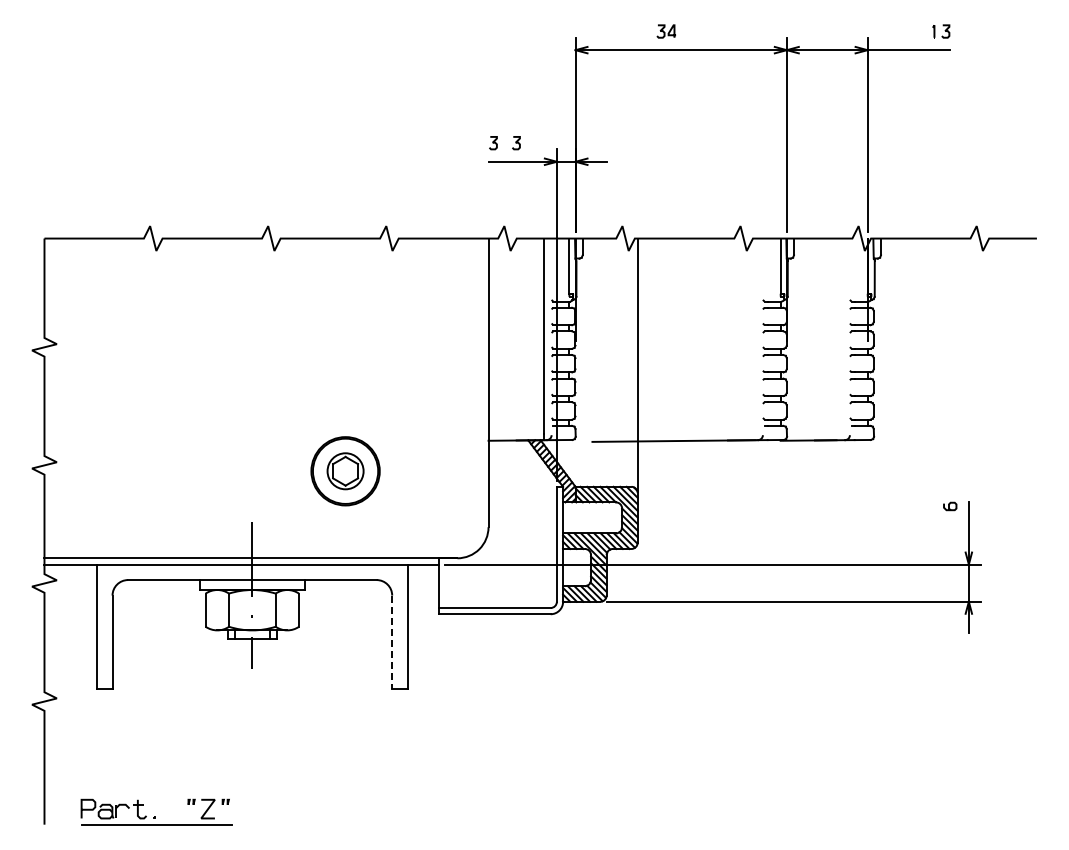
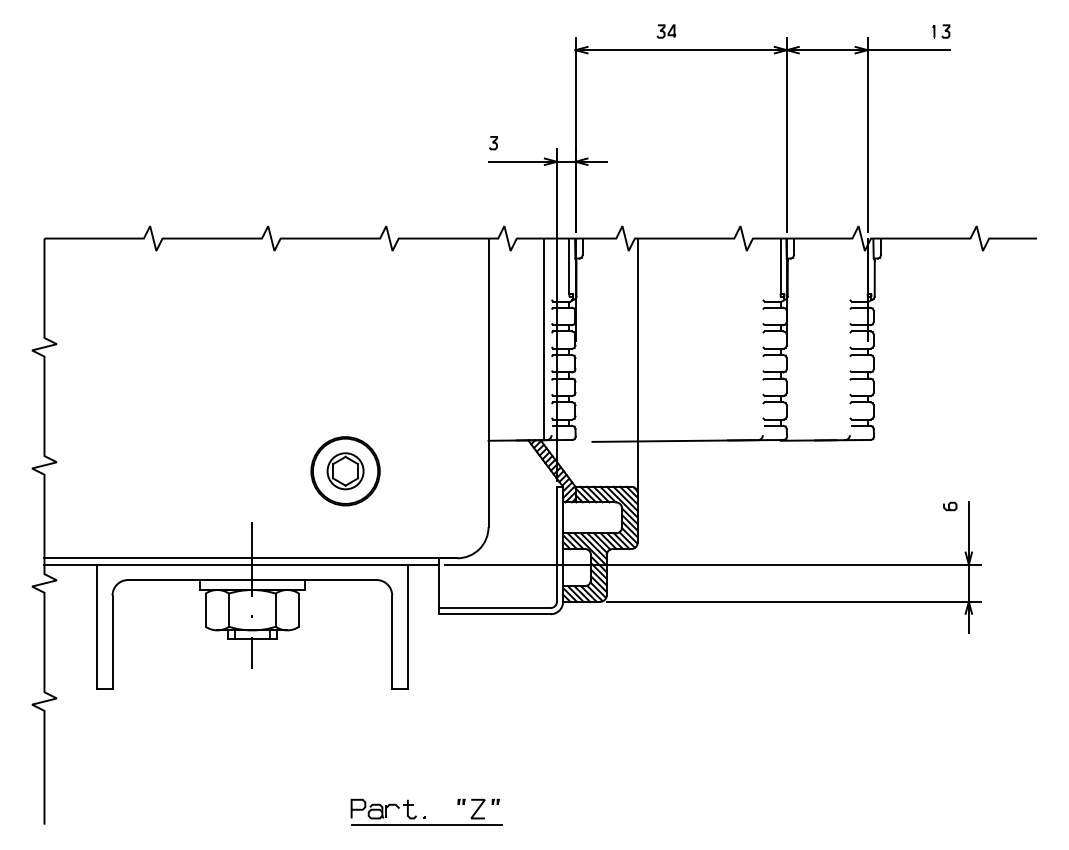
curve at (516, 143): present -> none
line at (392, 642): dashed -> solid
part at (156, 811) position: (156, 811) -> (426, 811)
